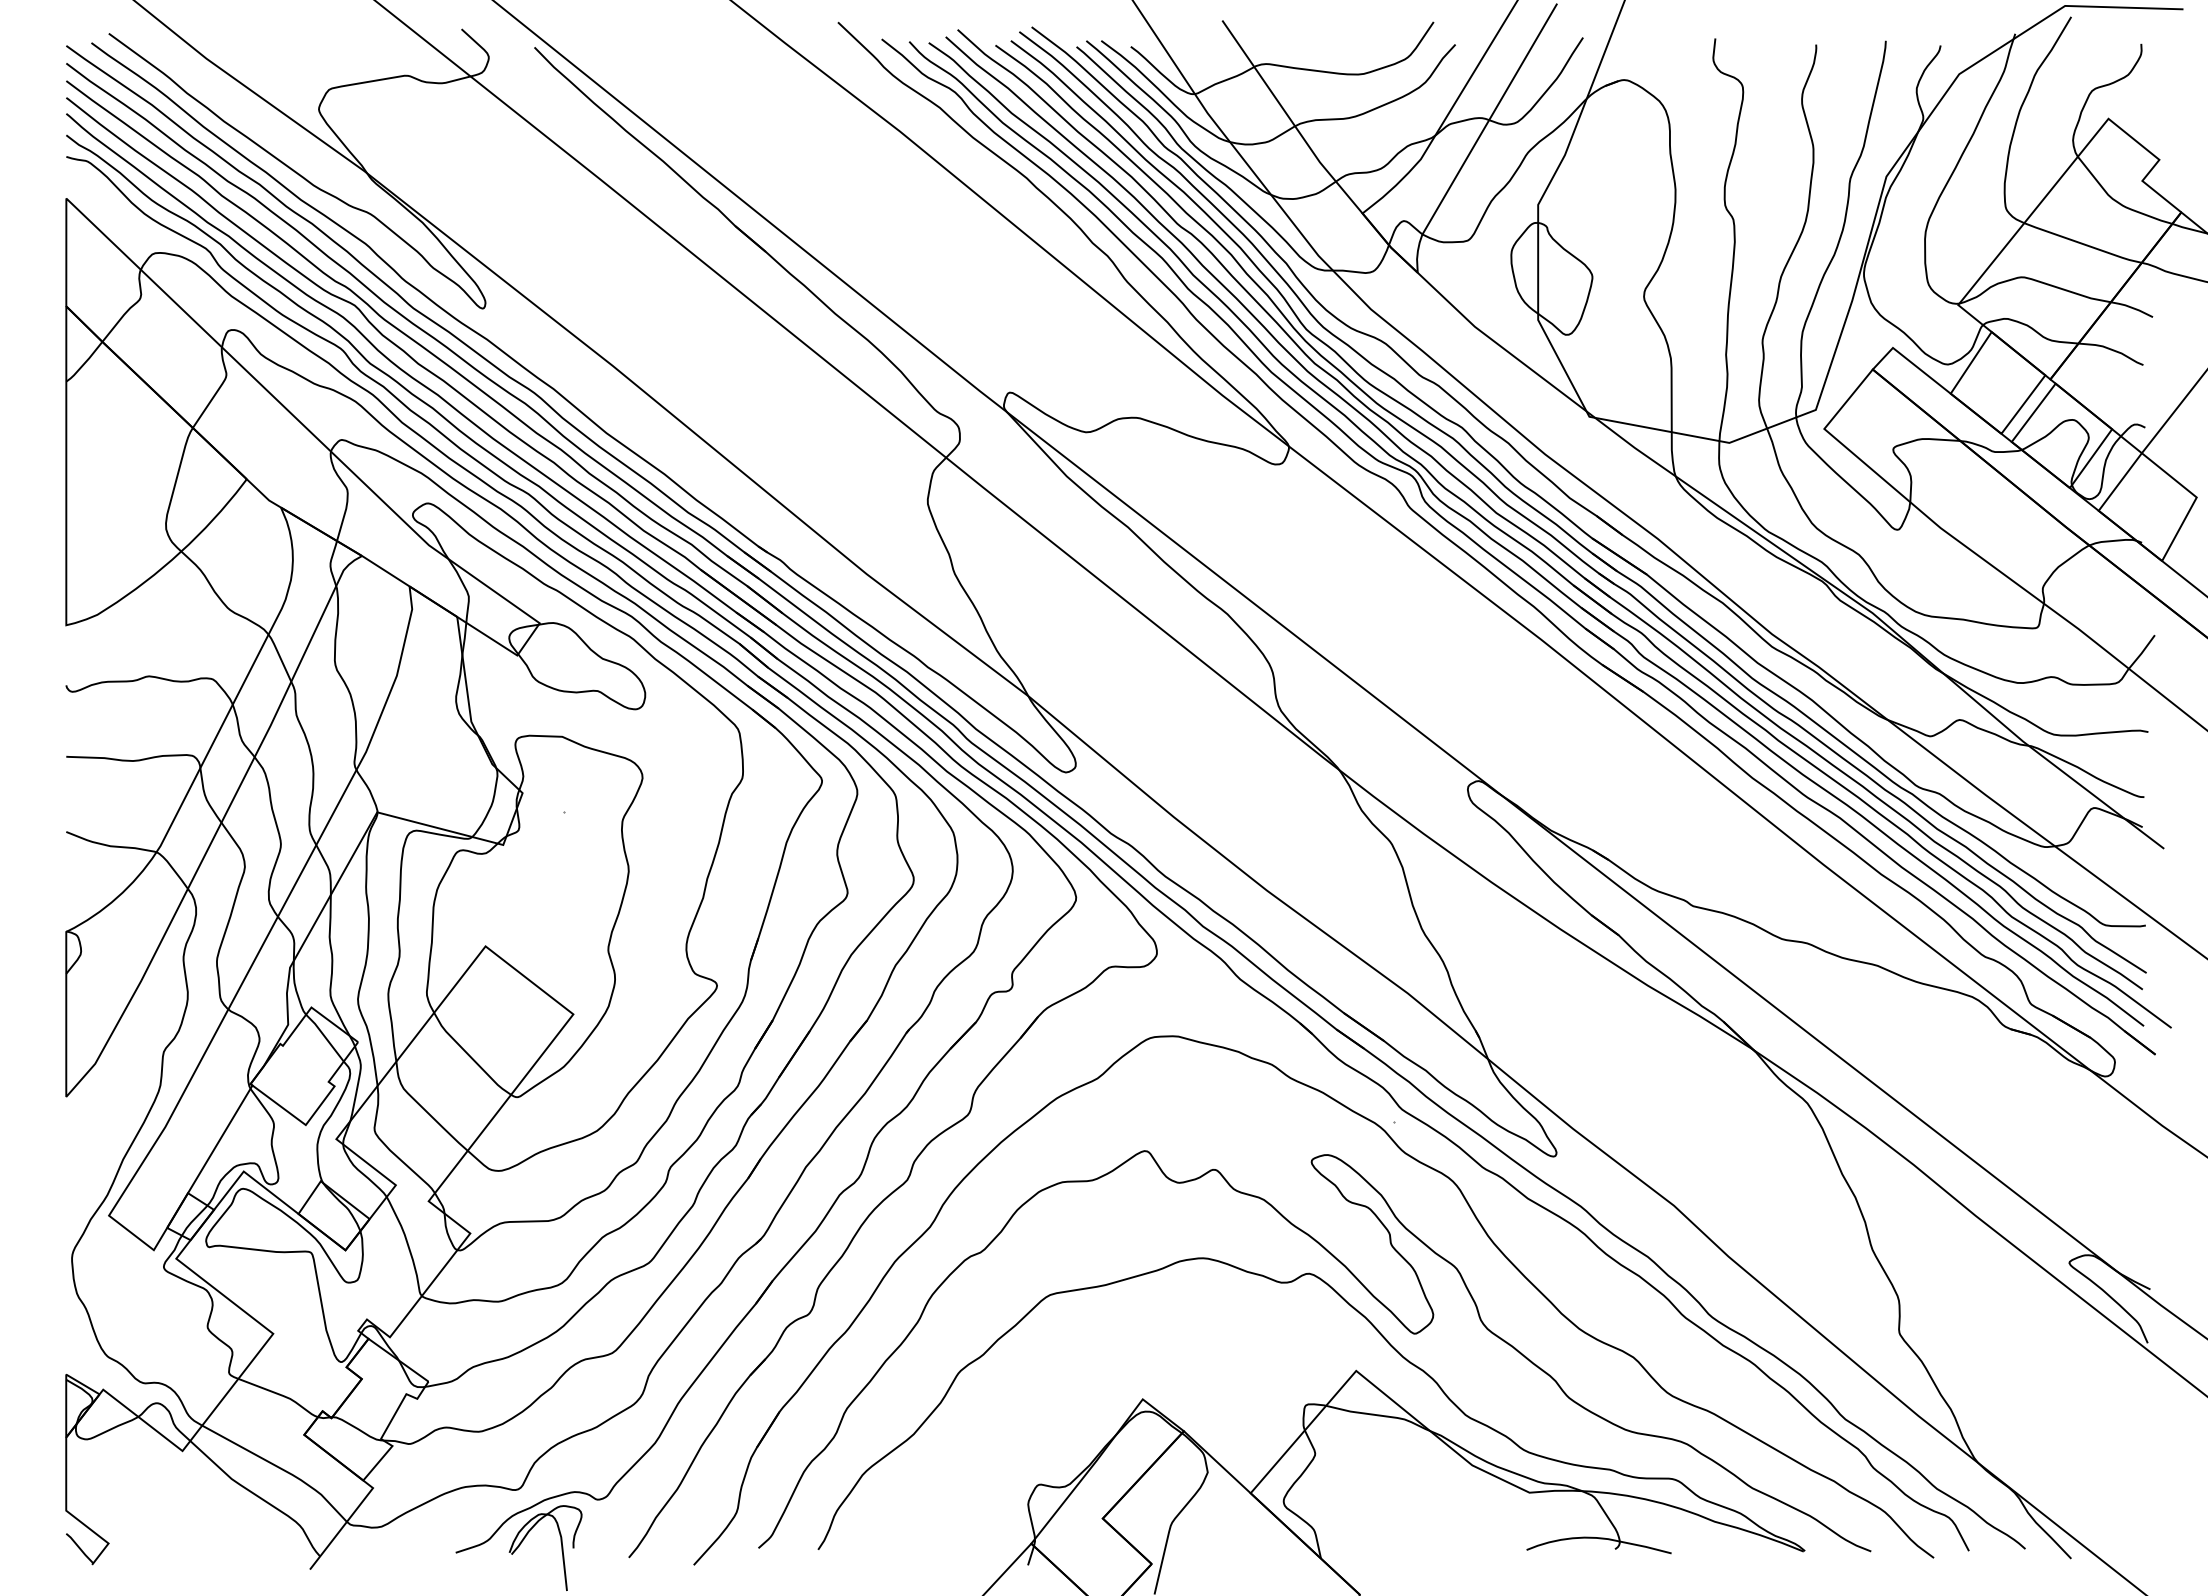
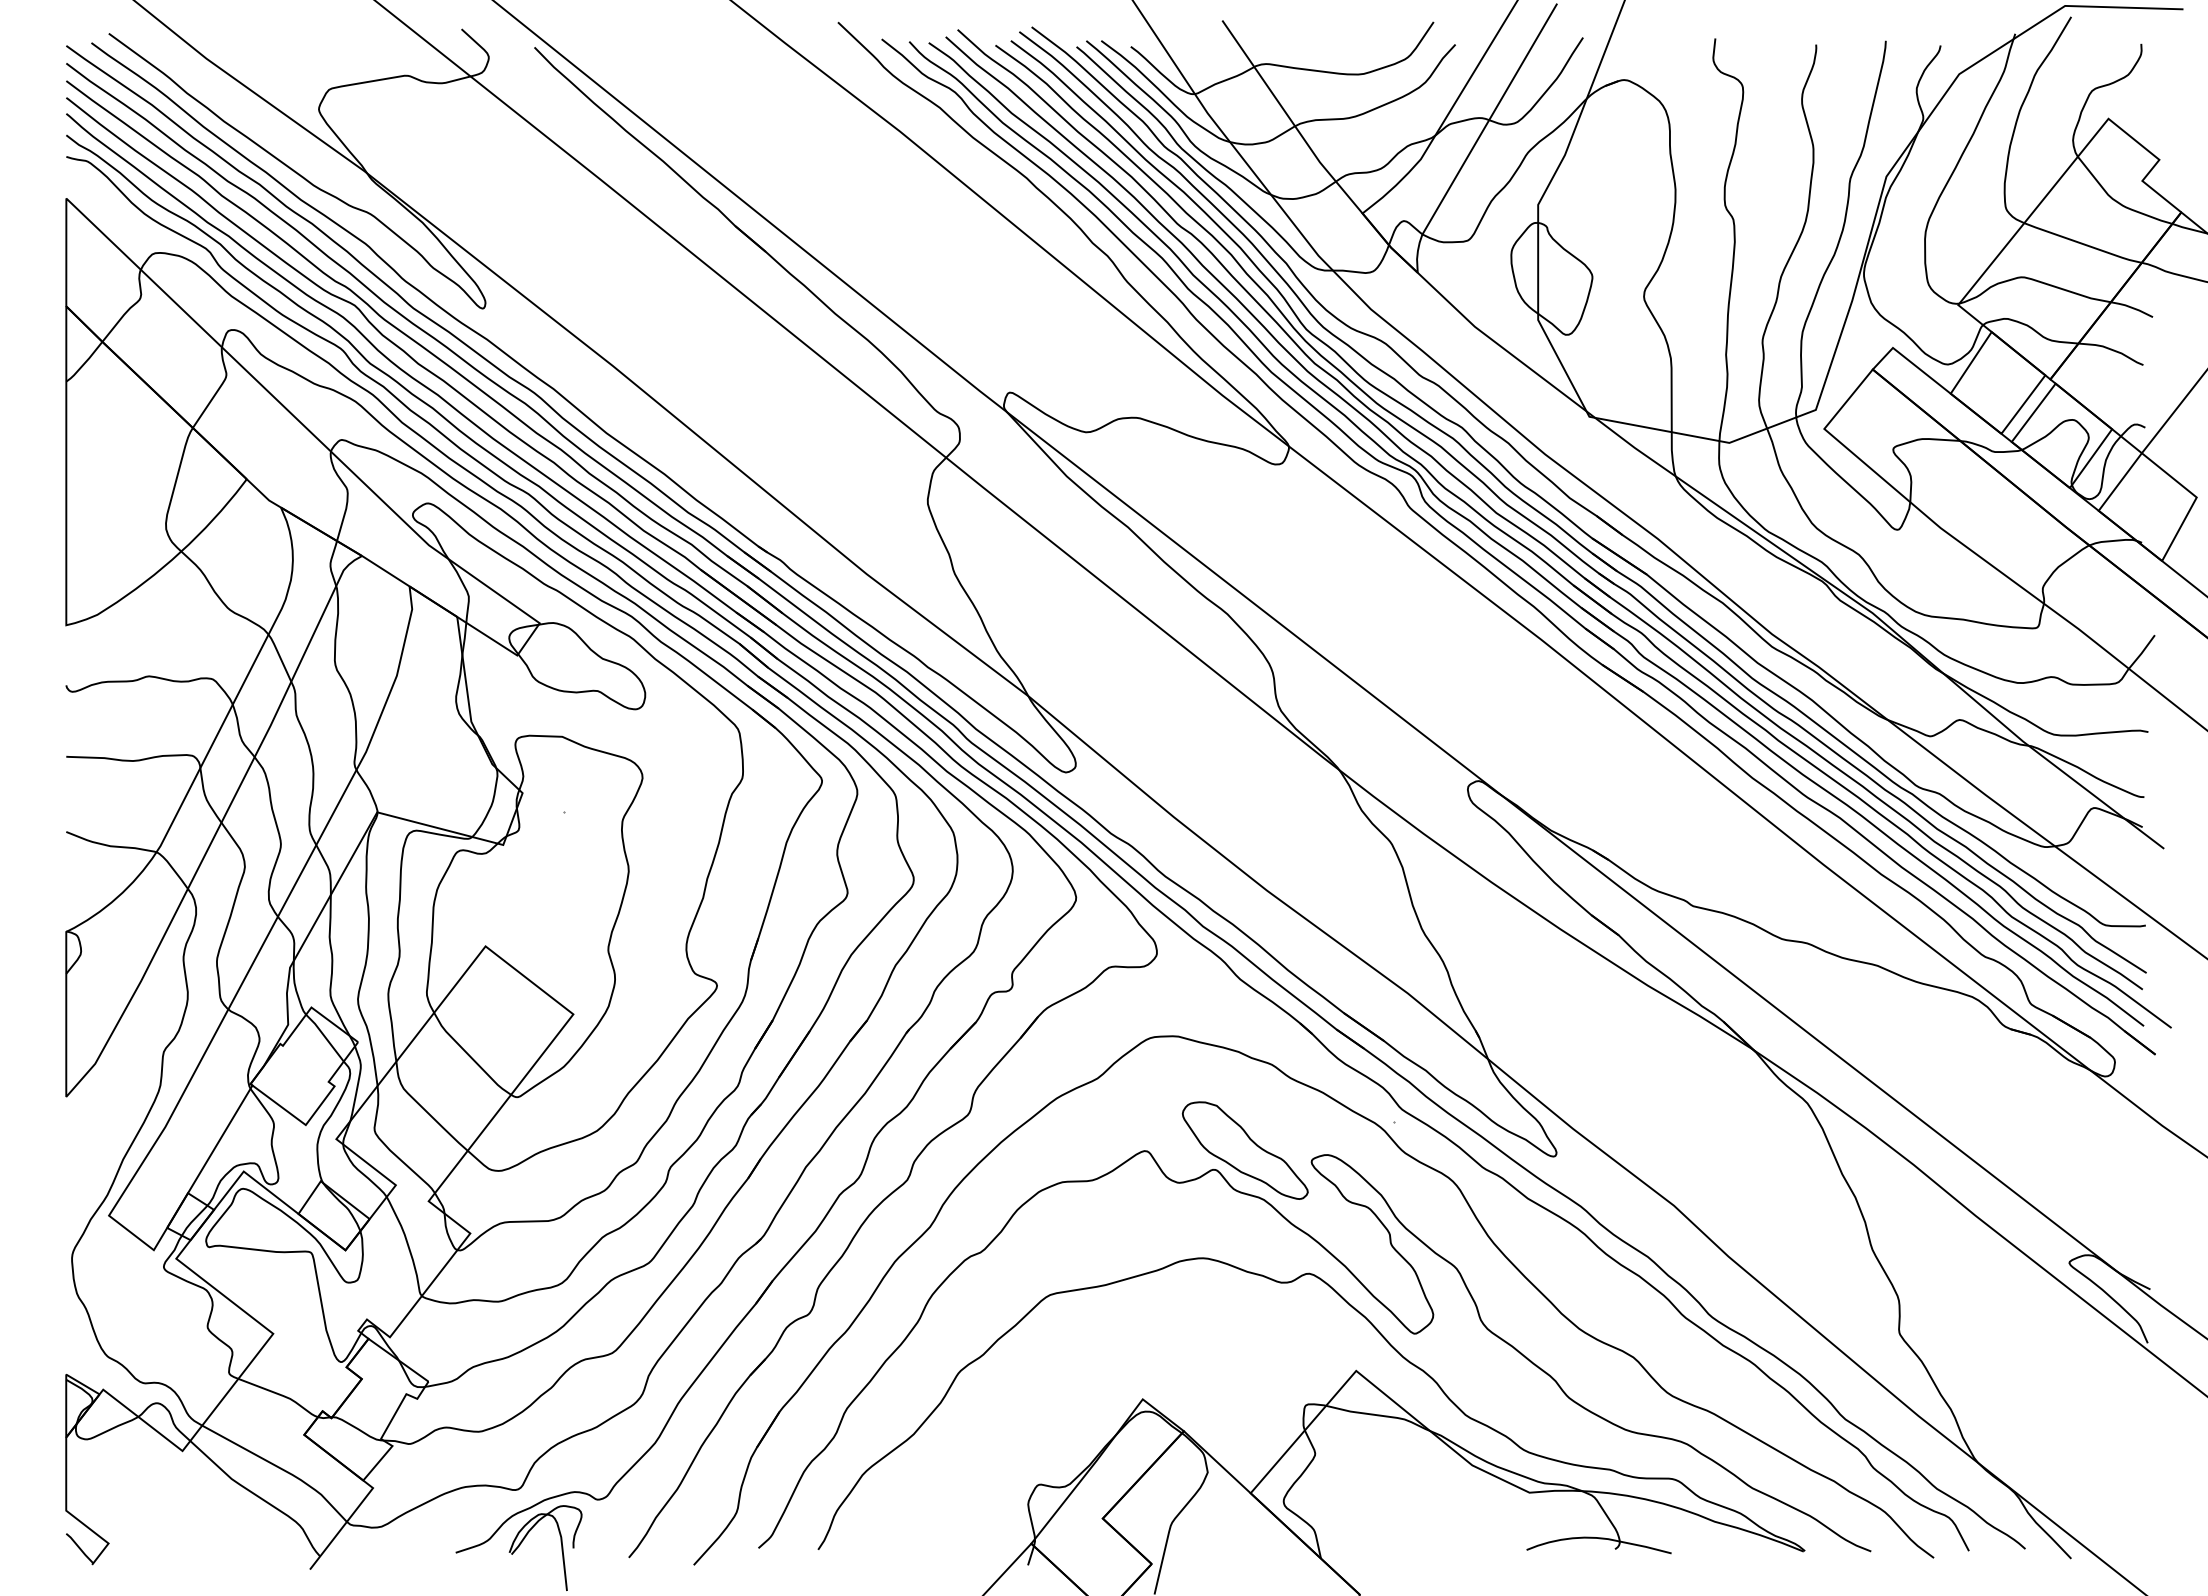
part at (1244, 1150): none -> present
